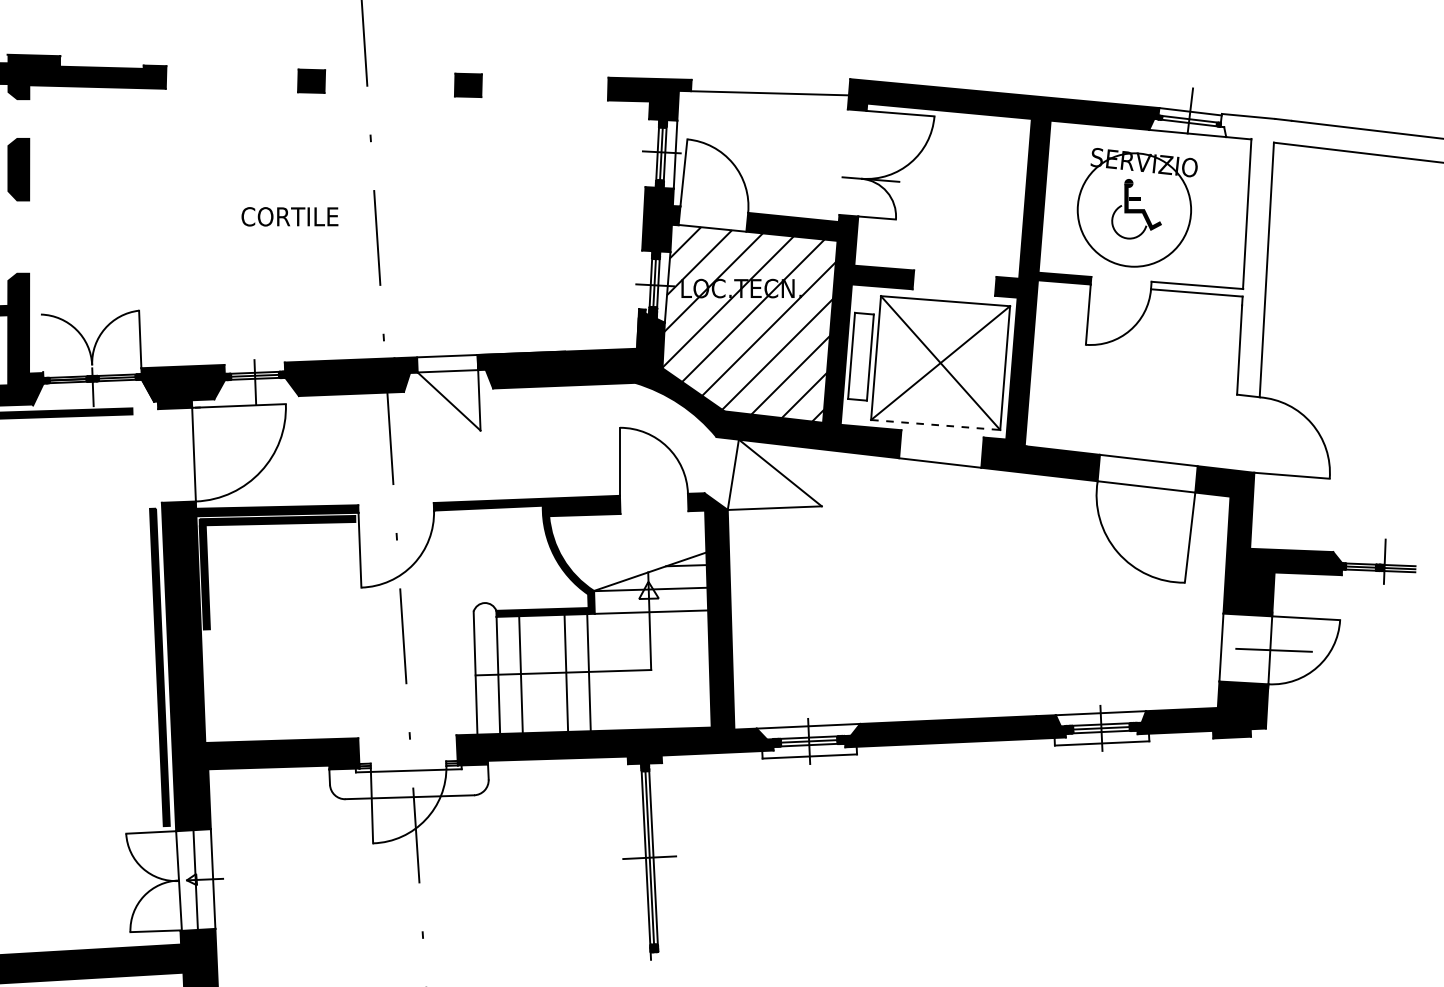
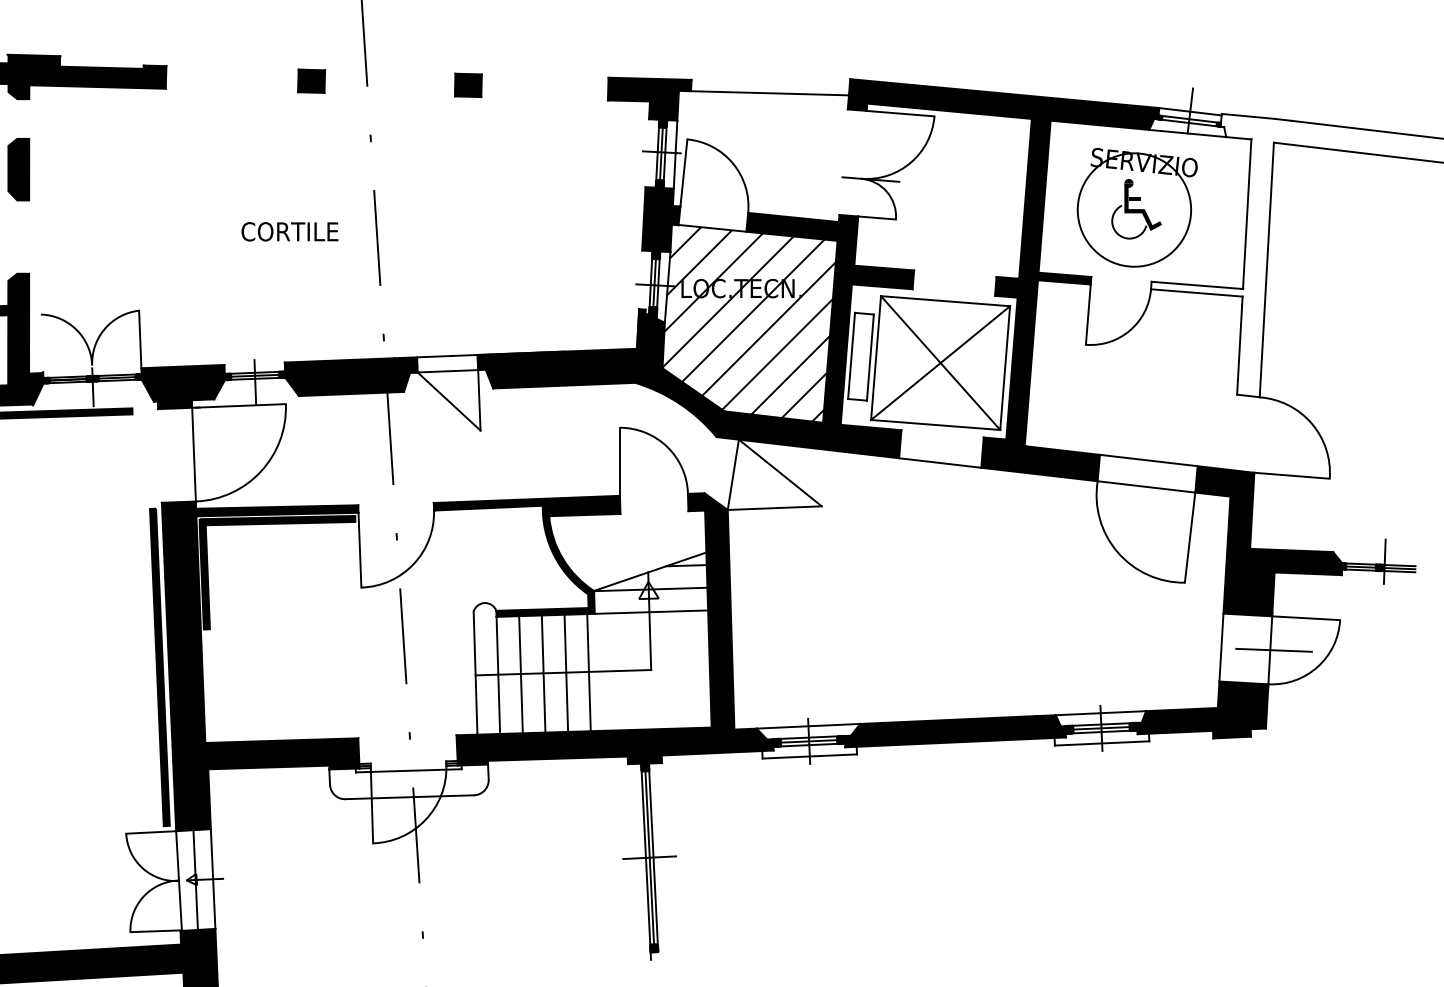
text at (289, 216) position: (289, 216) -> (289, 231)
line at (935, 424): dashed -> solid
line at (543, 673): none -> present
